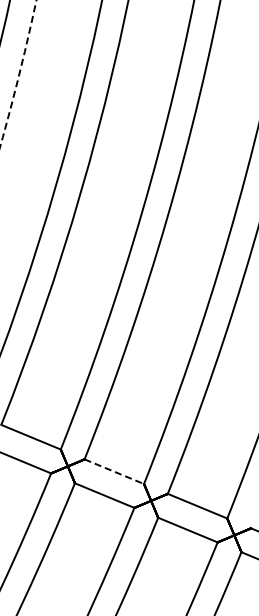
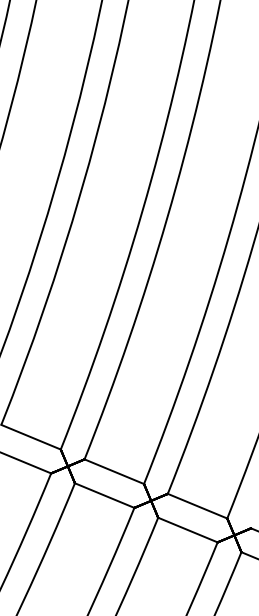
arc at (19, 74): dashed -> solid
line at (114, 471): dashed -> solid
